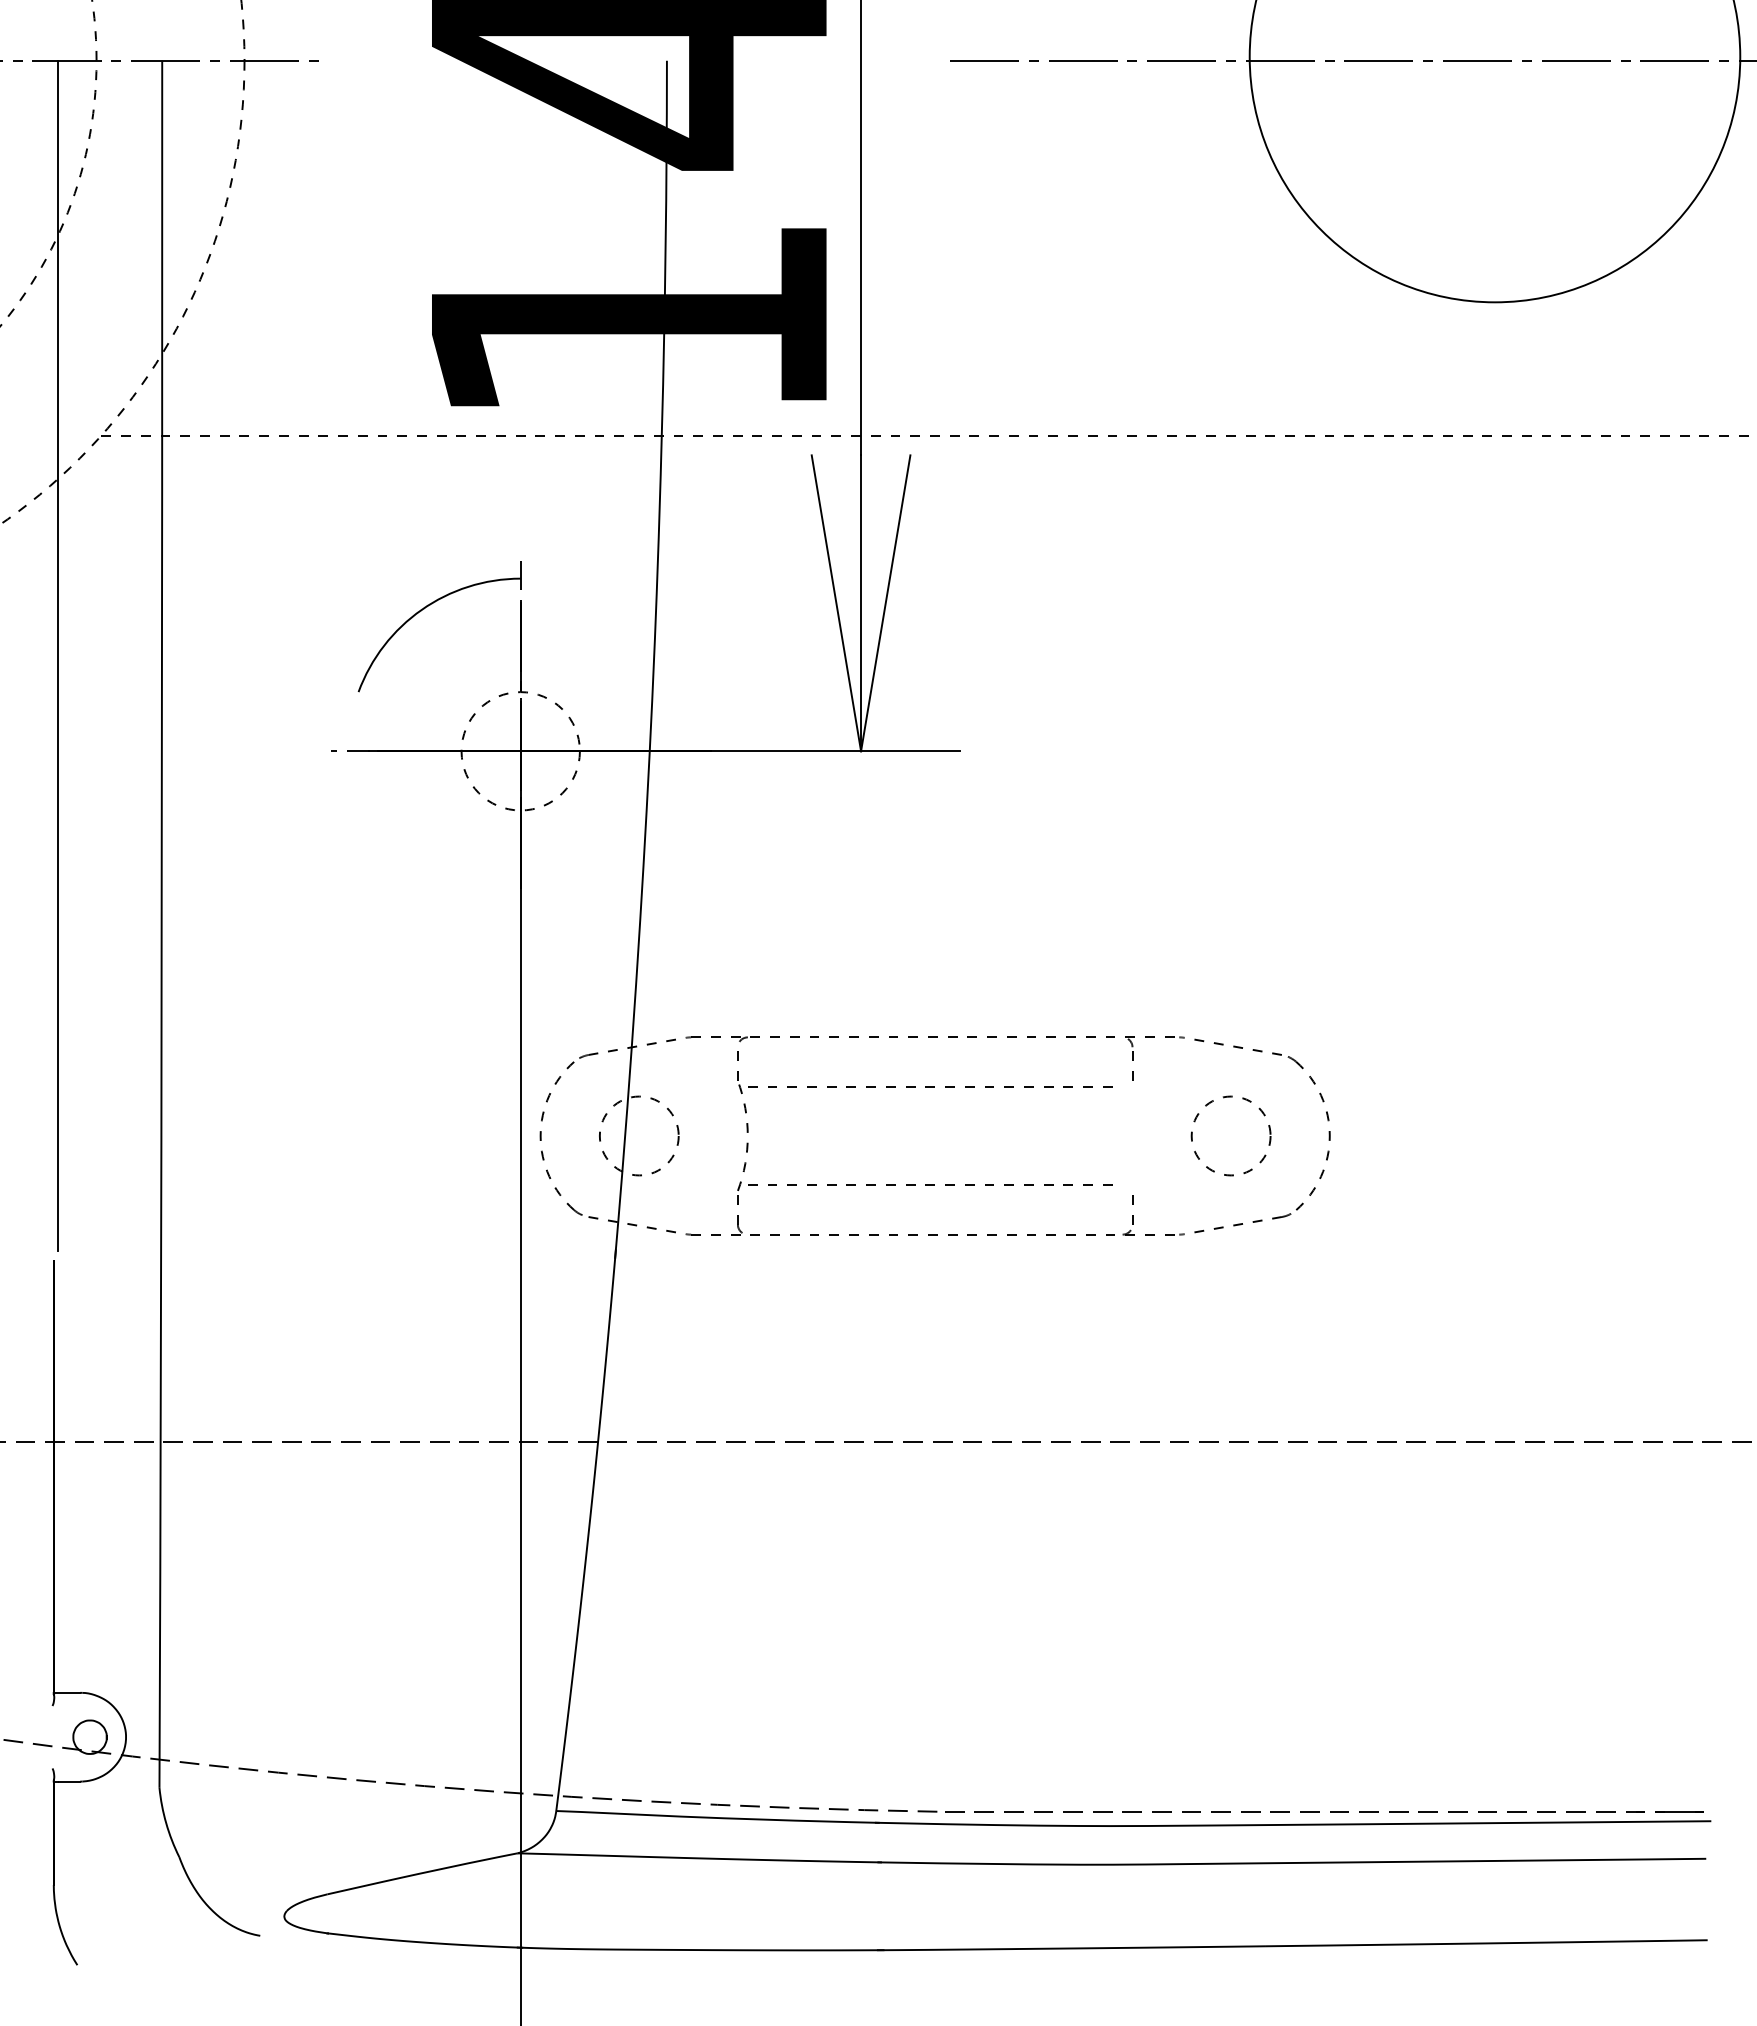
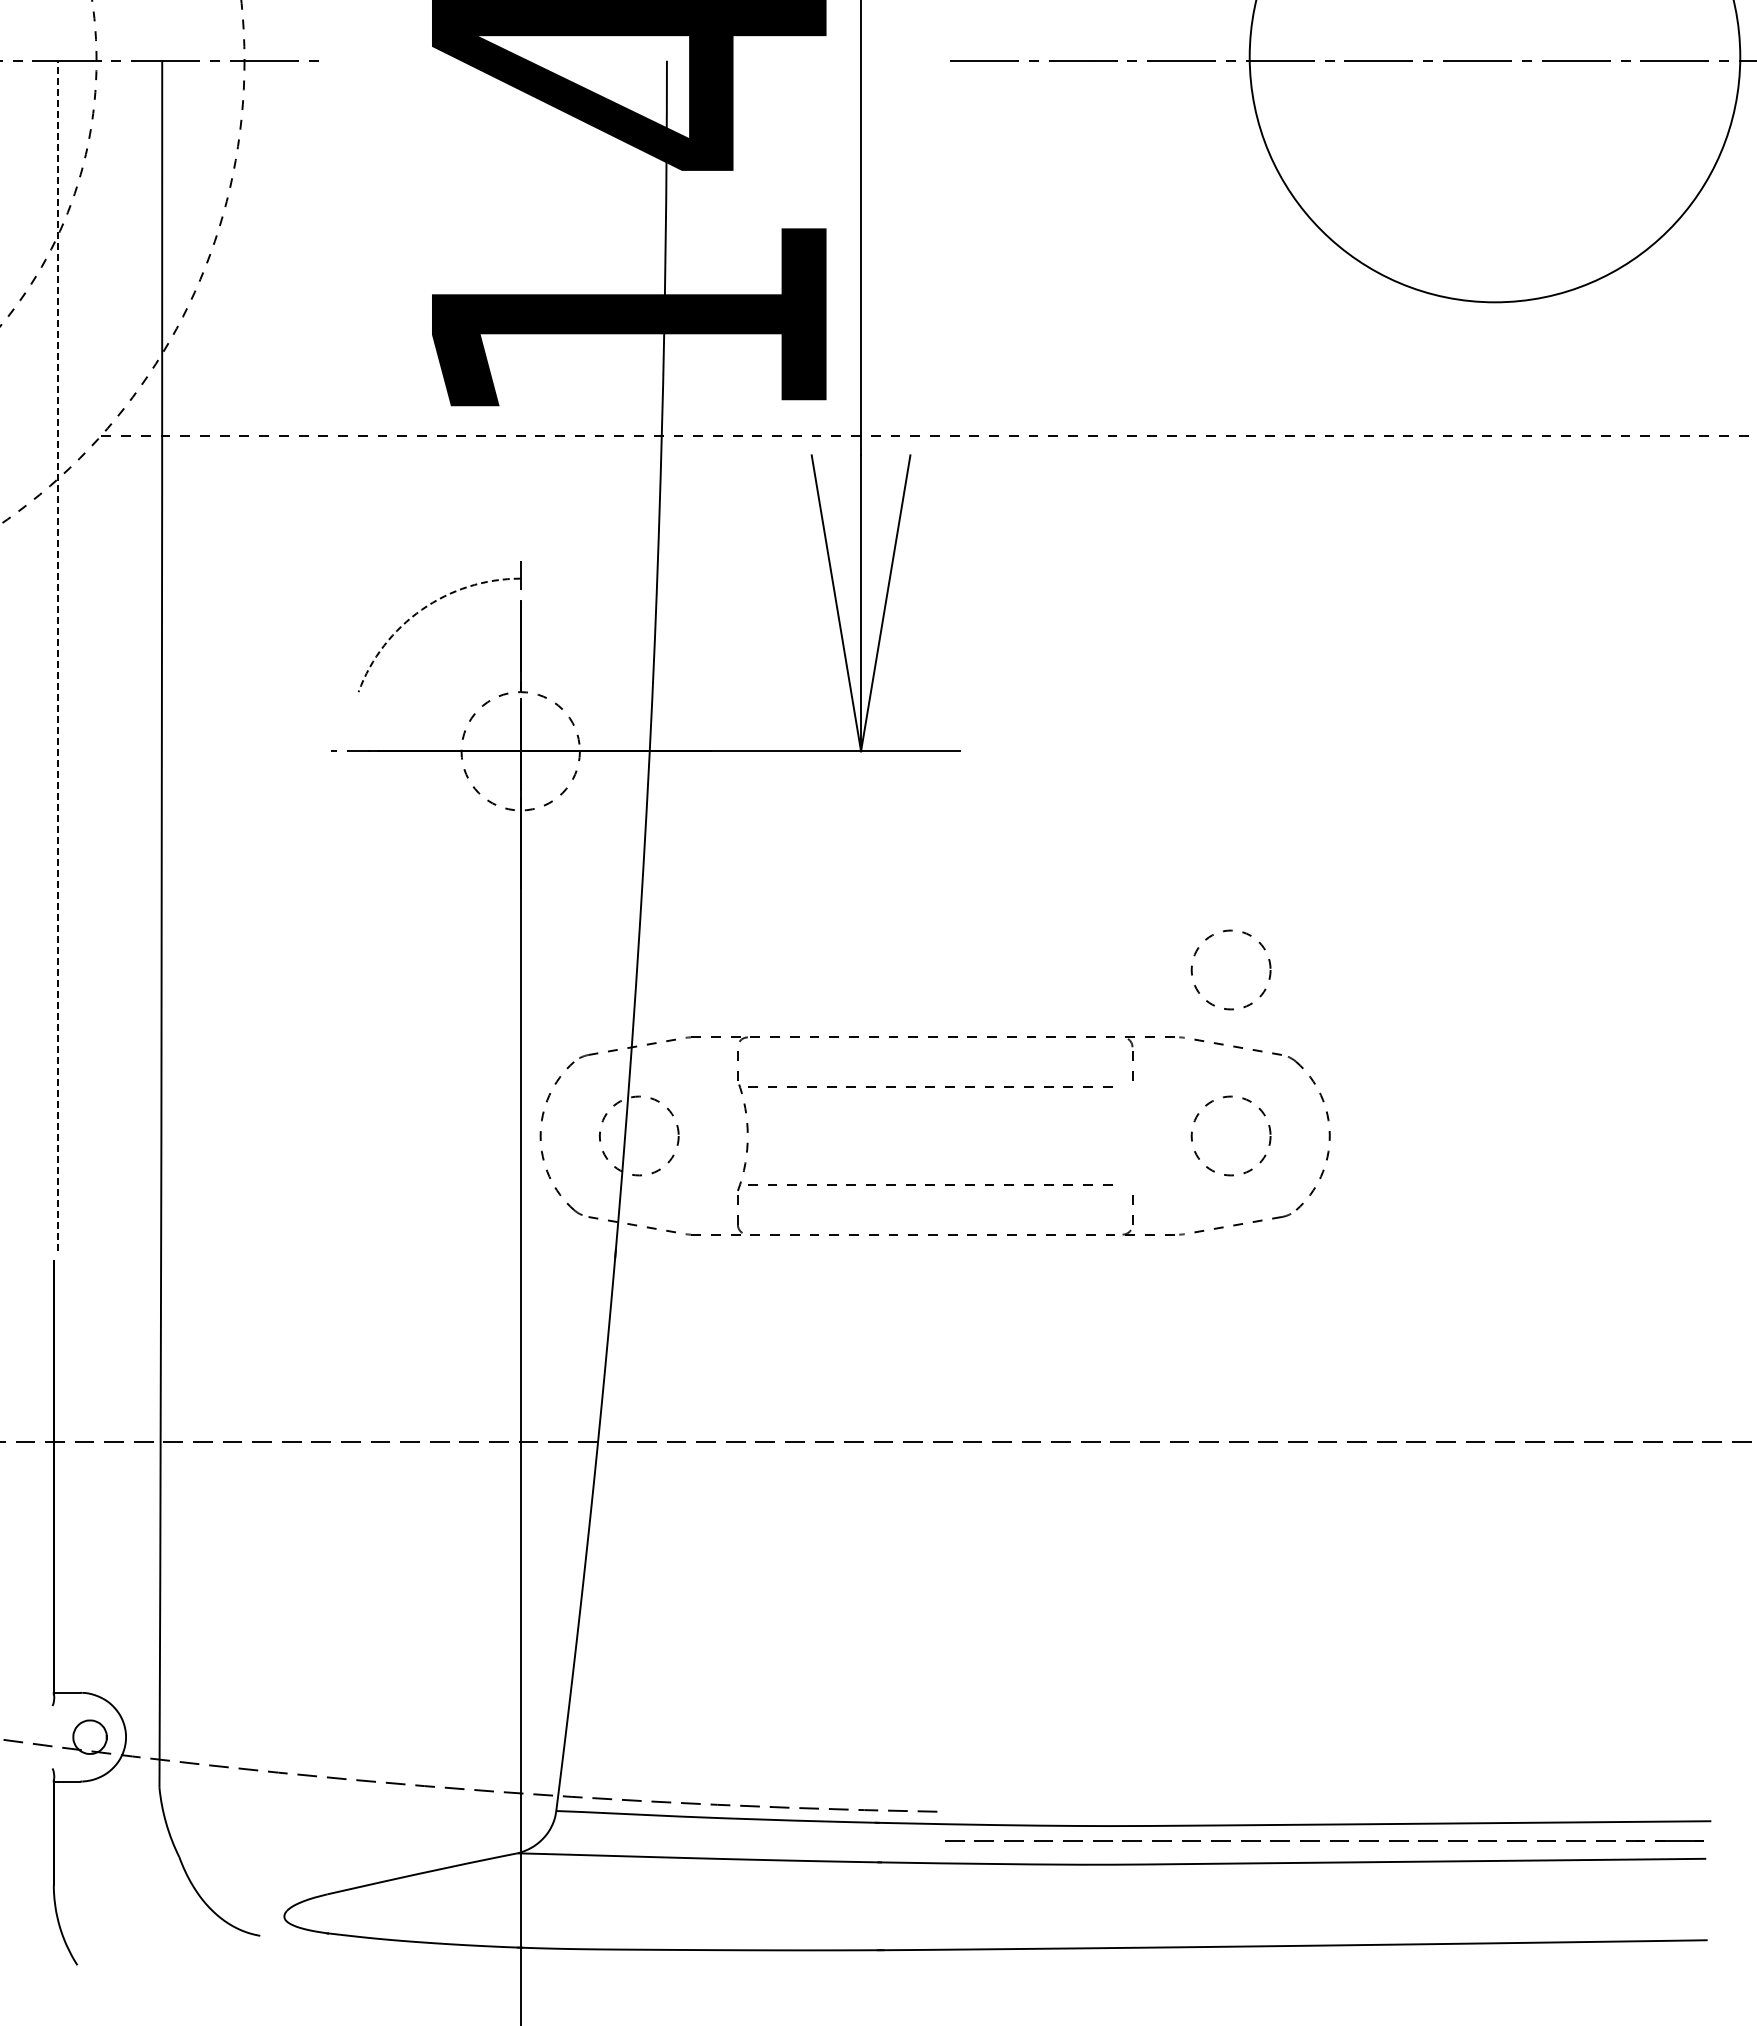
arc at (421, 609): solid -> dashed
line at (57, 655): solid -> dashed
circle at (1230, 969): none -> present
line at (1319, 1811) position: (1319, 1811) -> (1319, 1840)
